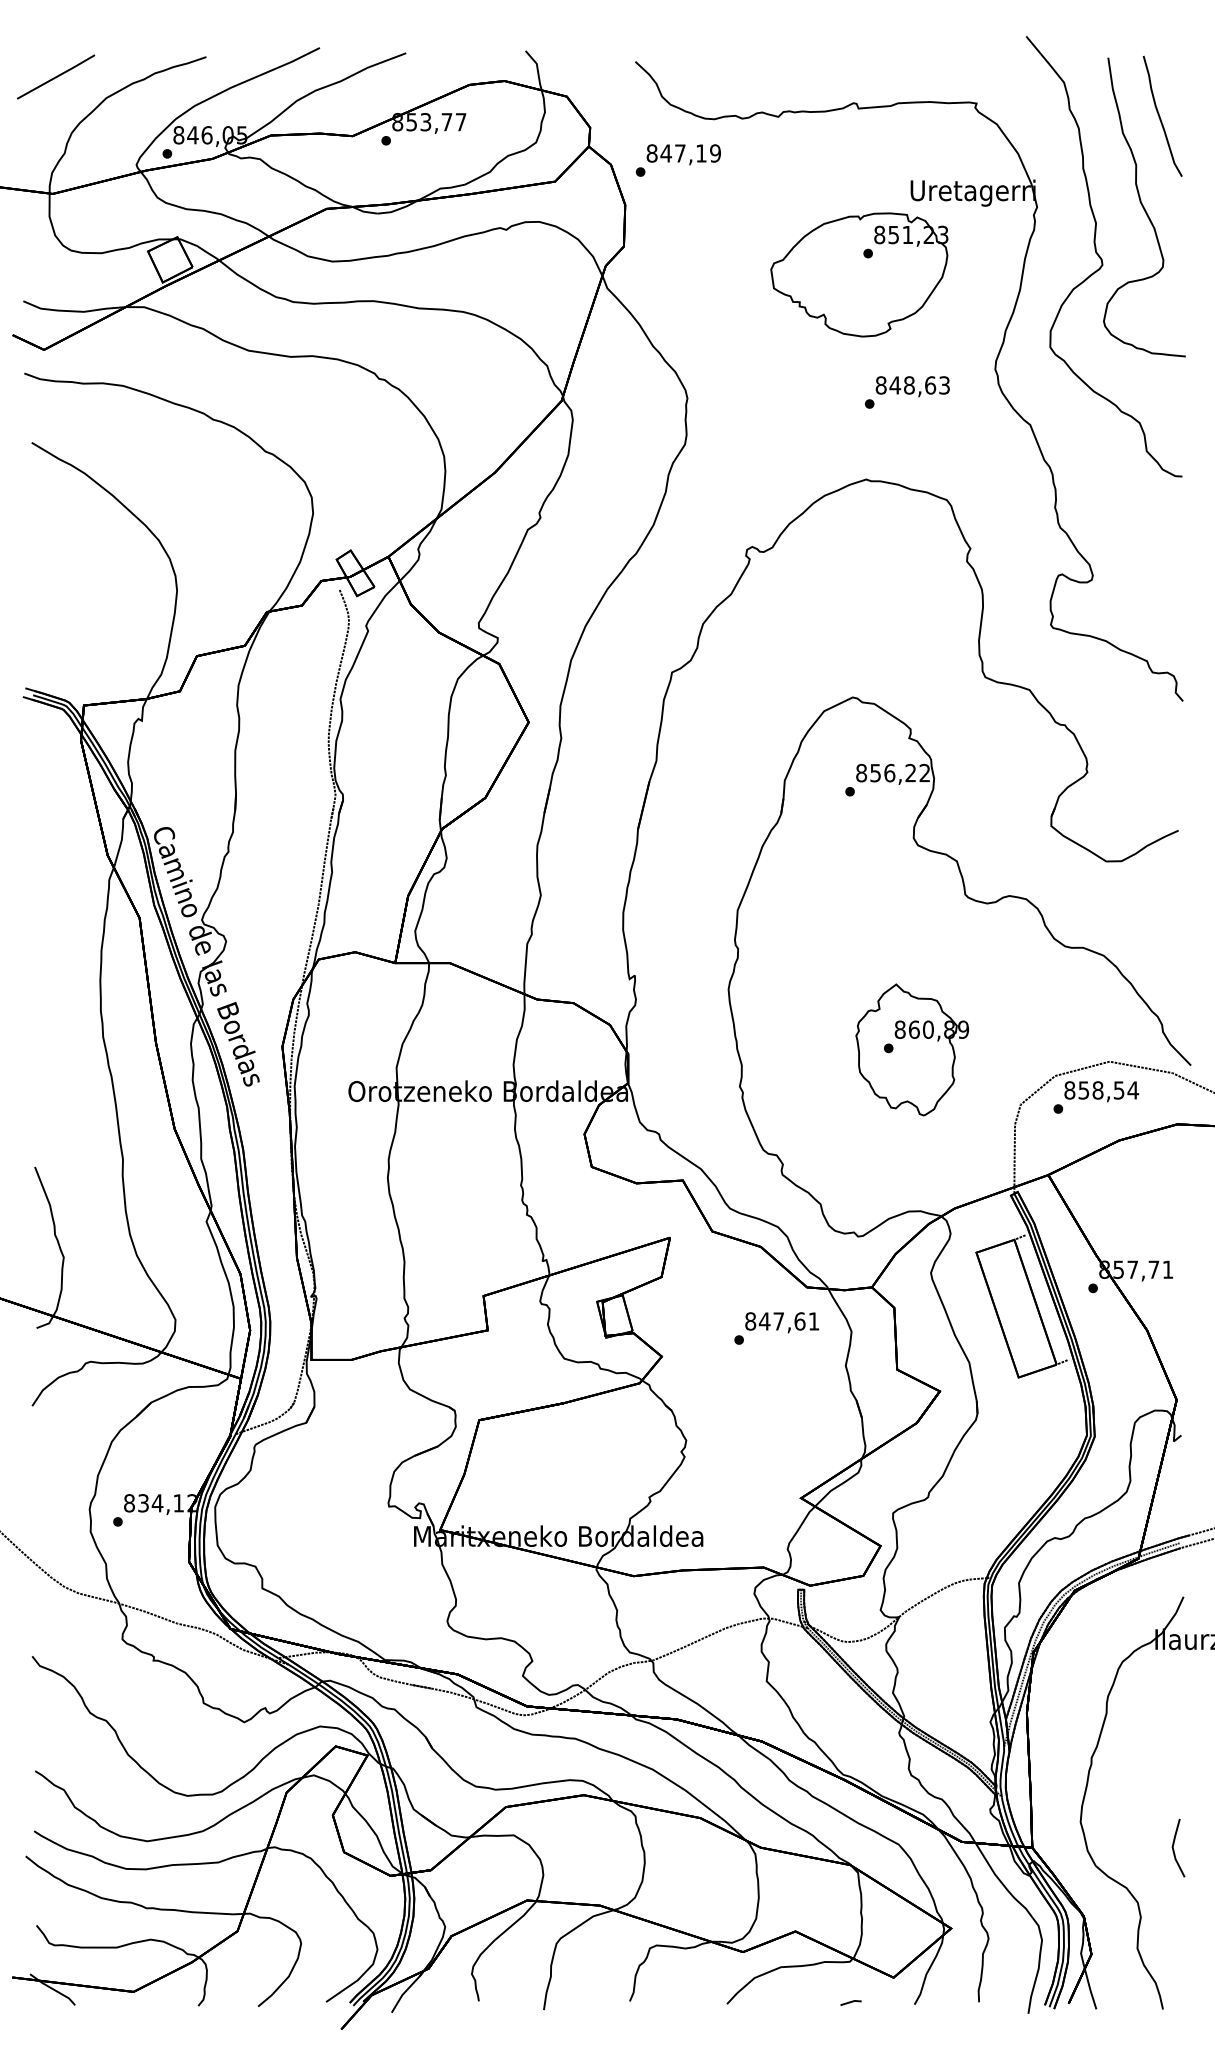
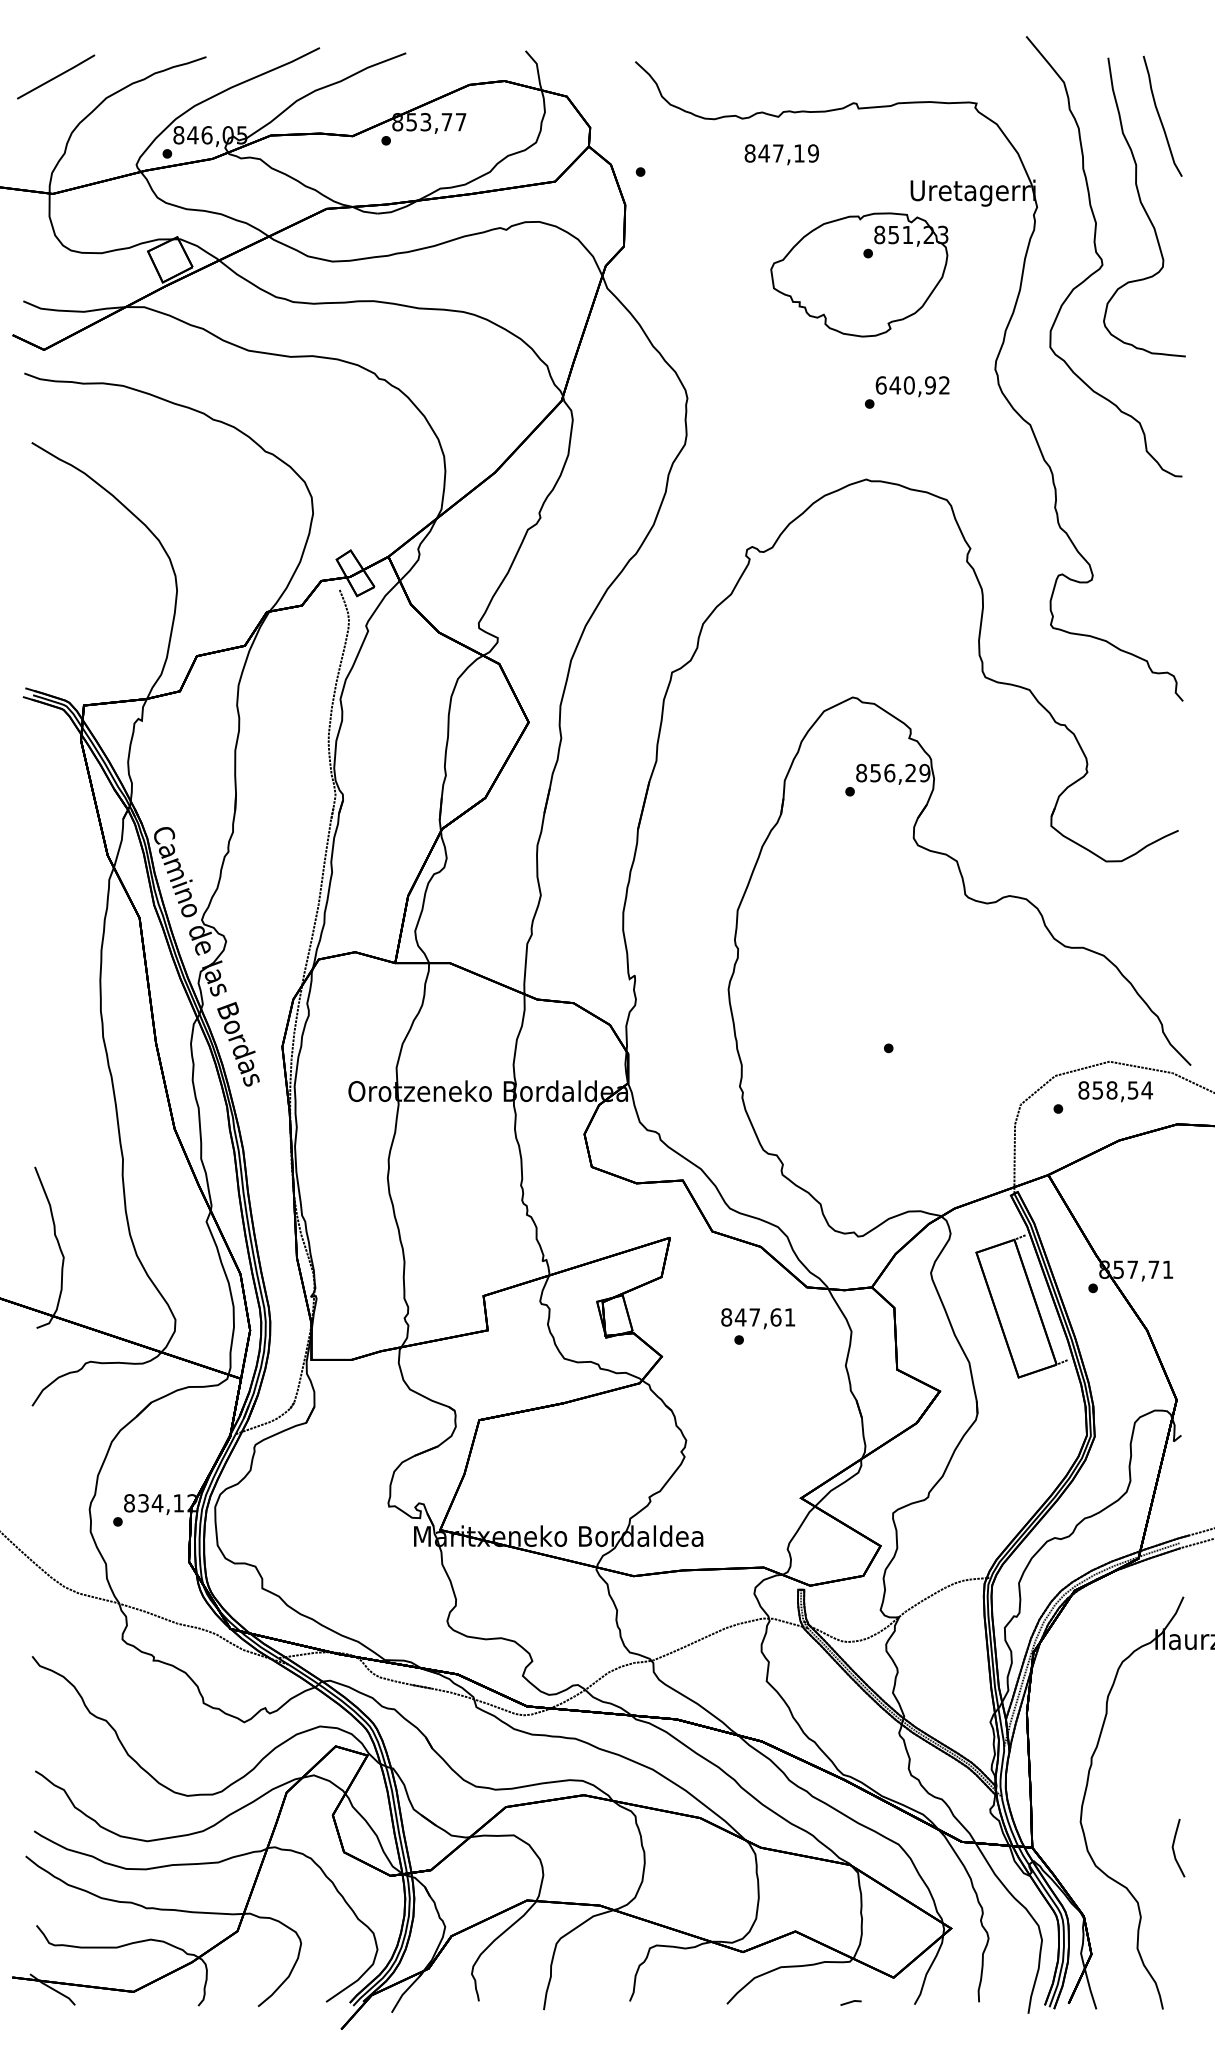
text at (683, 154) position: (683, 154) -> (781, 154)
text at (912, 385): 848,63 -> 640,92
text at (924, 773): 856,22 -> 856,29
part at (912, 1049): present -> none
text at (1101, 1091) position: (1101, 1091) -> (1115, 1091)
text at (782, 1322) position: (782, 1322) -> (758, 1318)
